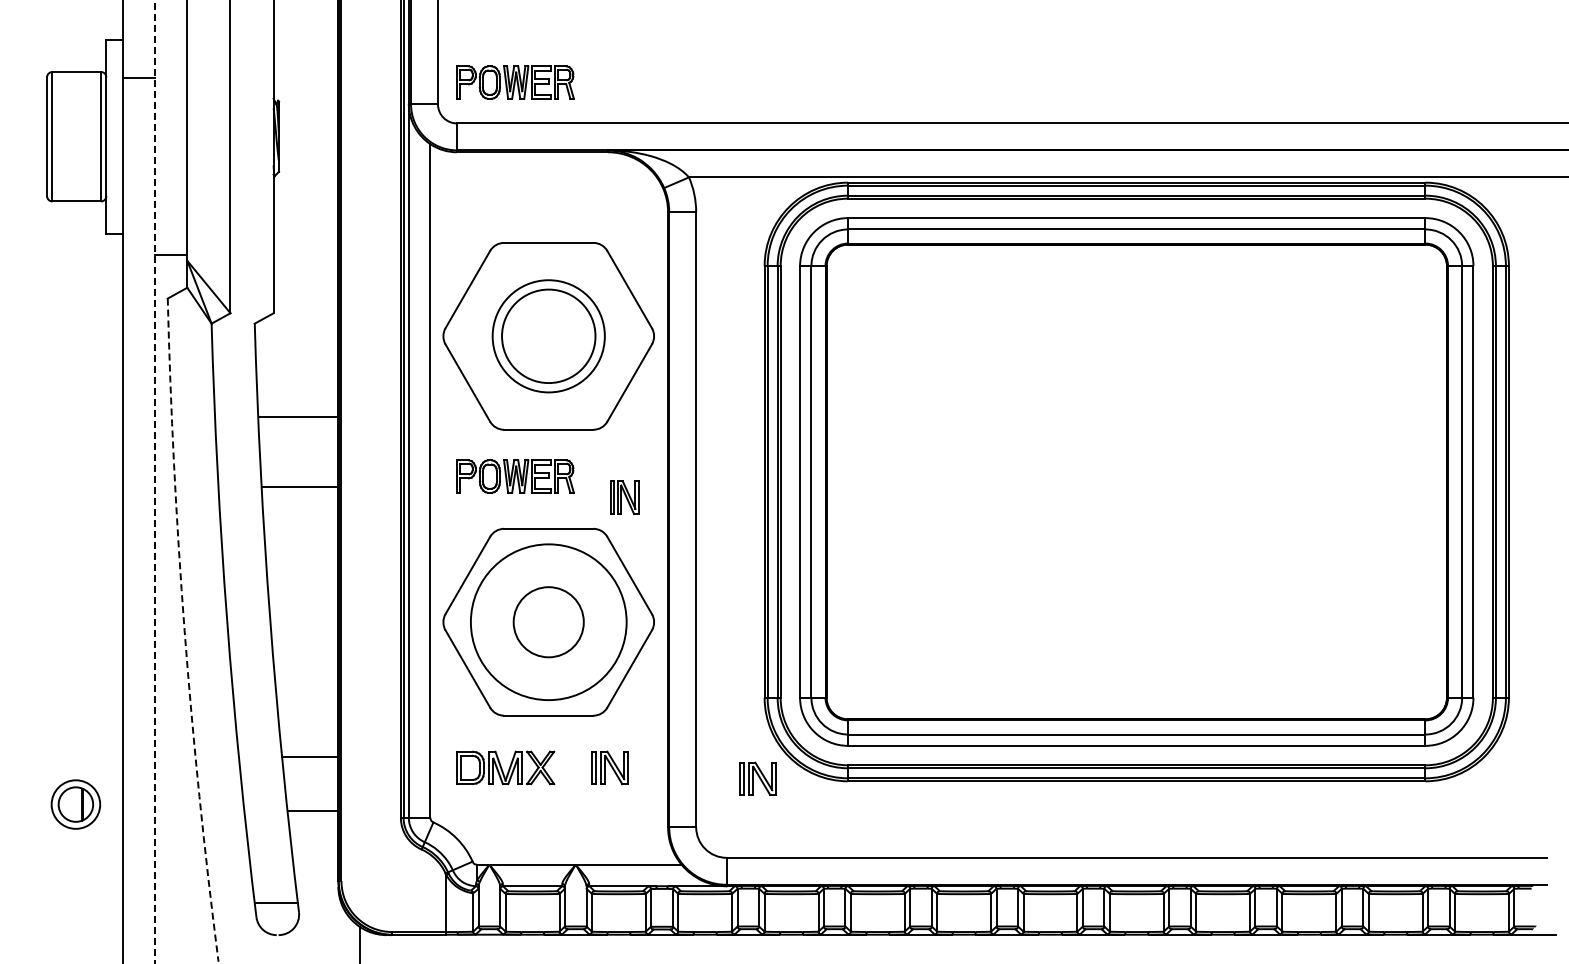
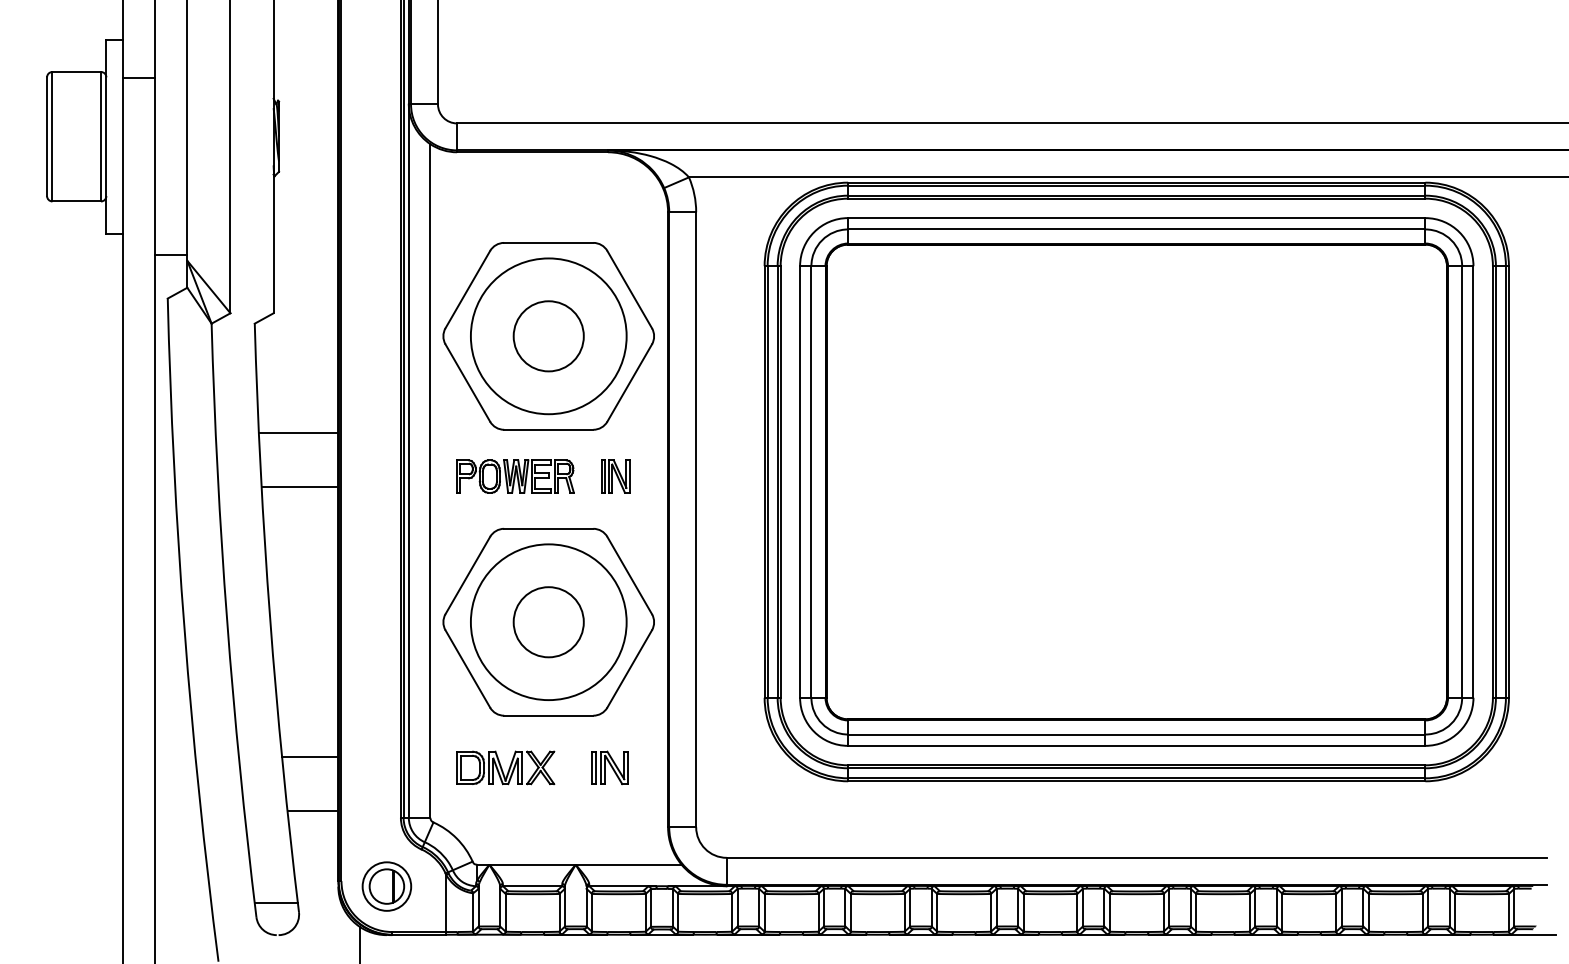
part at (515, 82): present -> none
circle at (548, 336) diameter: 112 px -> 70 px
circle at (548, 336) diameter: 93 px -> 156 px
line at (298, 417) position: (298, 417) -> (298, 433)
line at (154, 481): dashed -> solid
part at (624, 497) position: (624, 497) -> (615, 476)
arc at (184, 630): dashed -> solid
part at (757, 778): present -> none
part at (75, 804) position: (75, 804) -> (386, 886)
